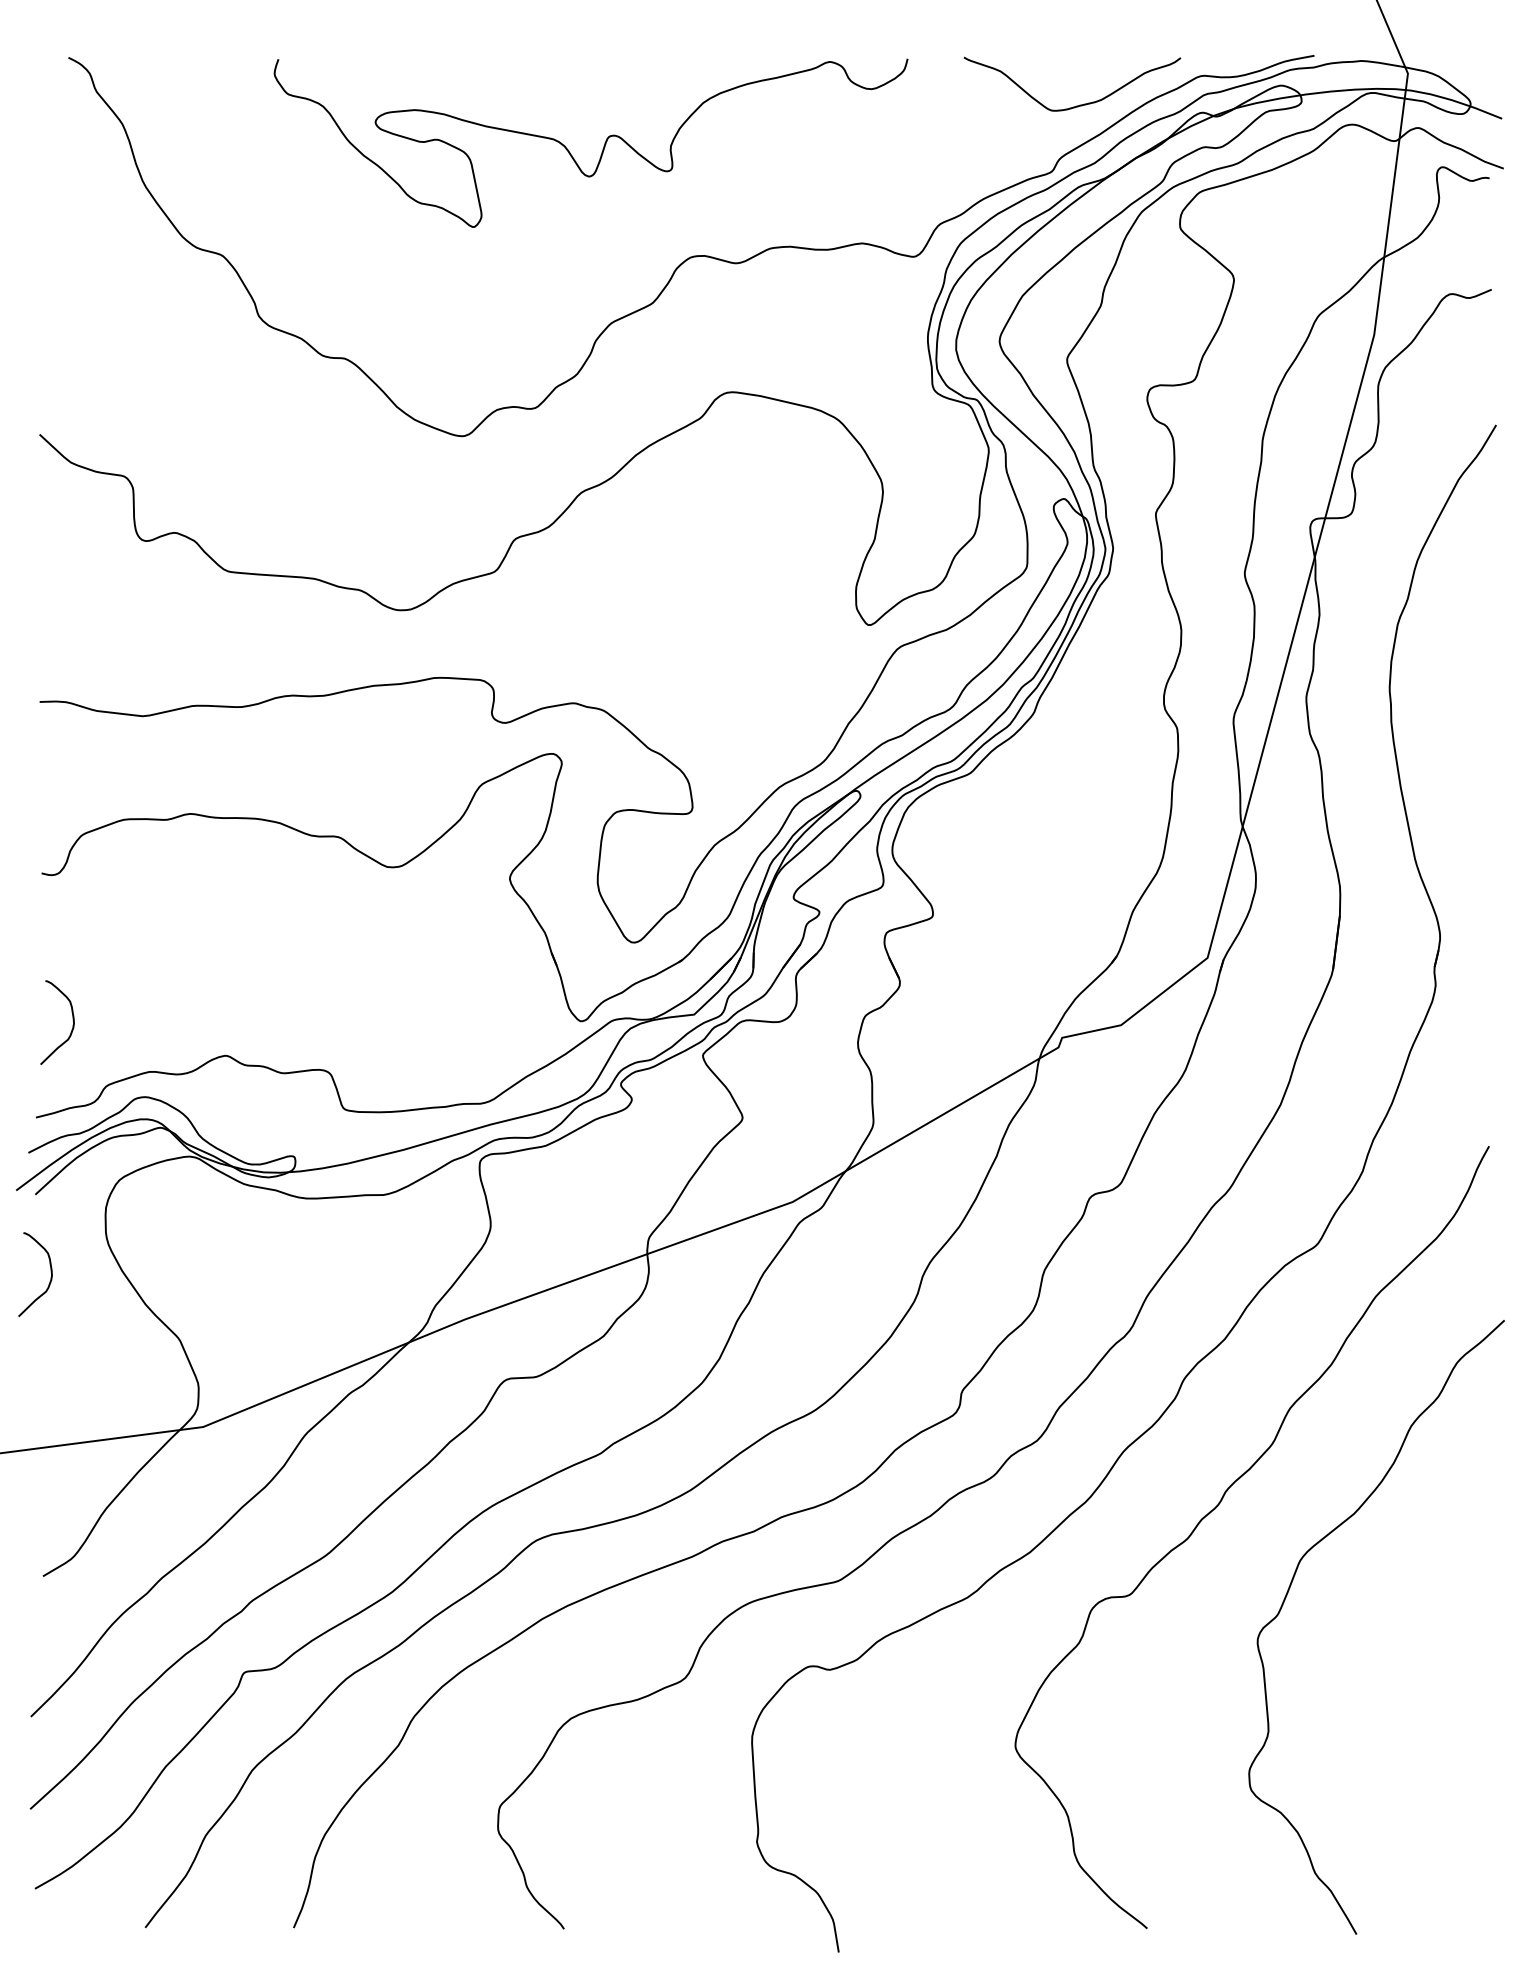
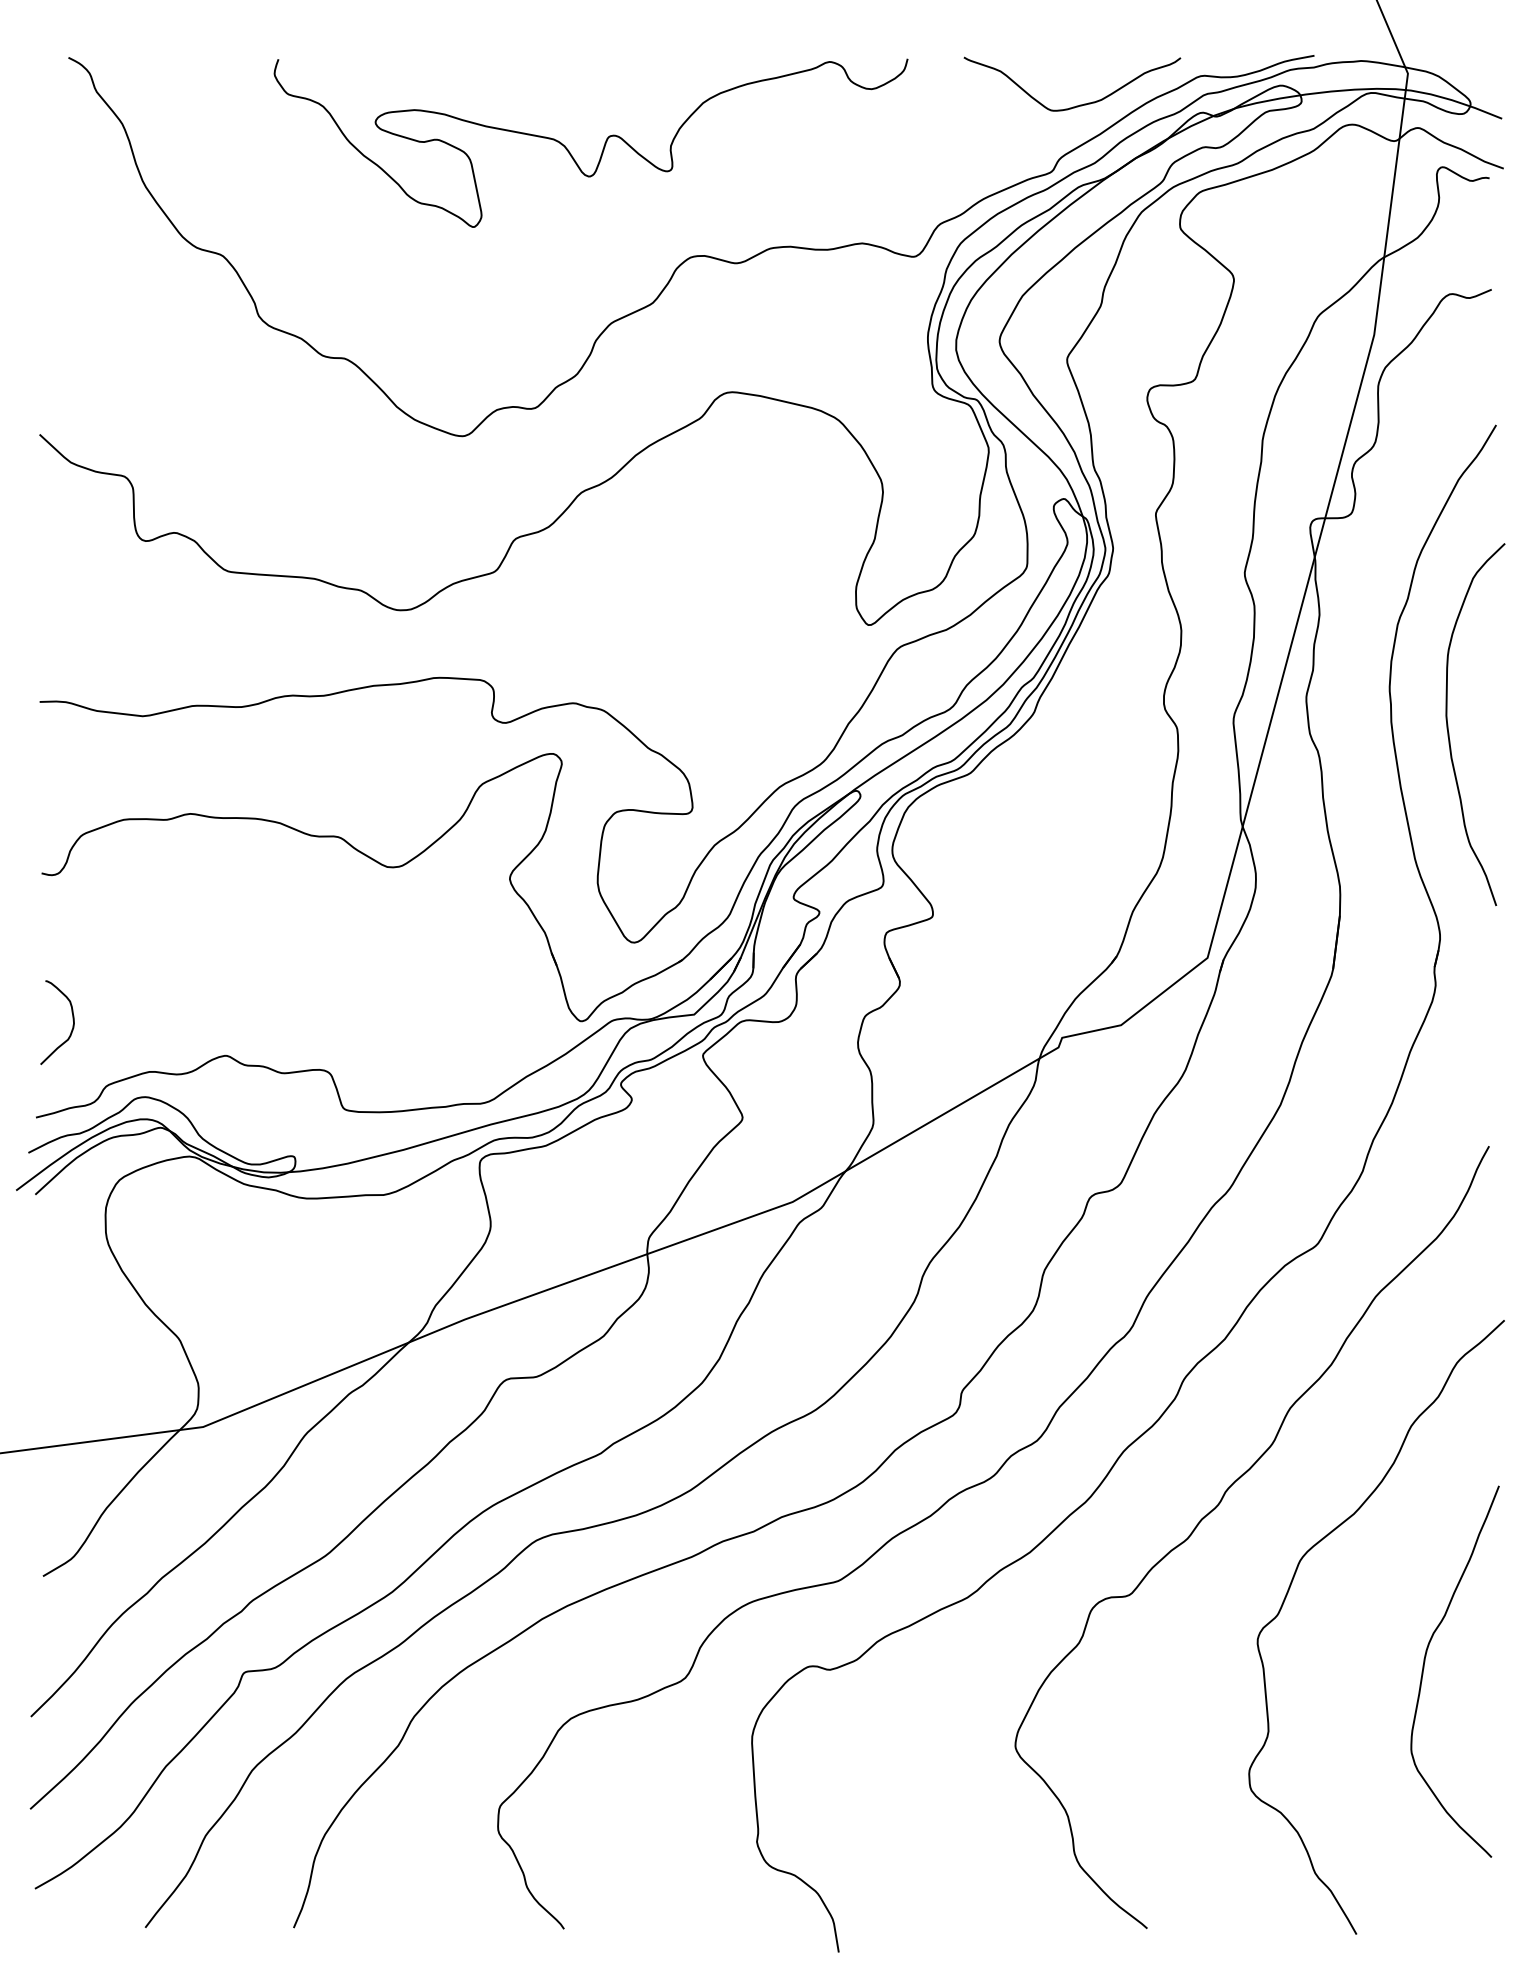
curve at (1448, 724): none -> present
curve at (50, 1272): present -> none
curve at (1424, 1668): none -> present
